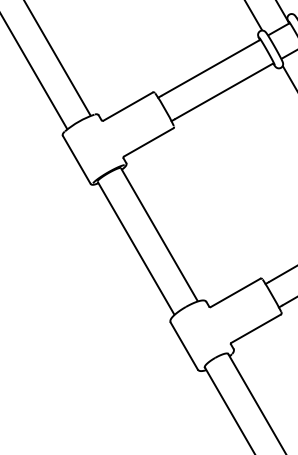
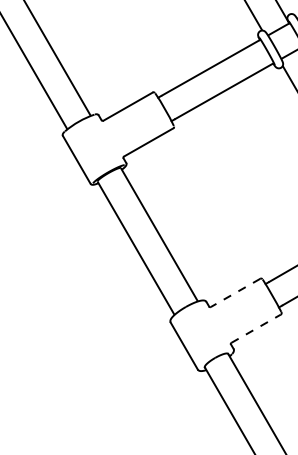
line at (235, 292): solid -> dashed
line at (256, 328): solid -> dashed
